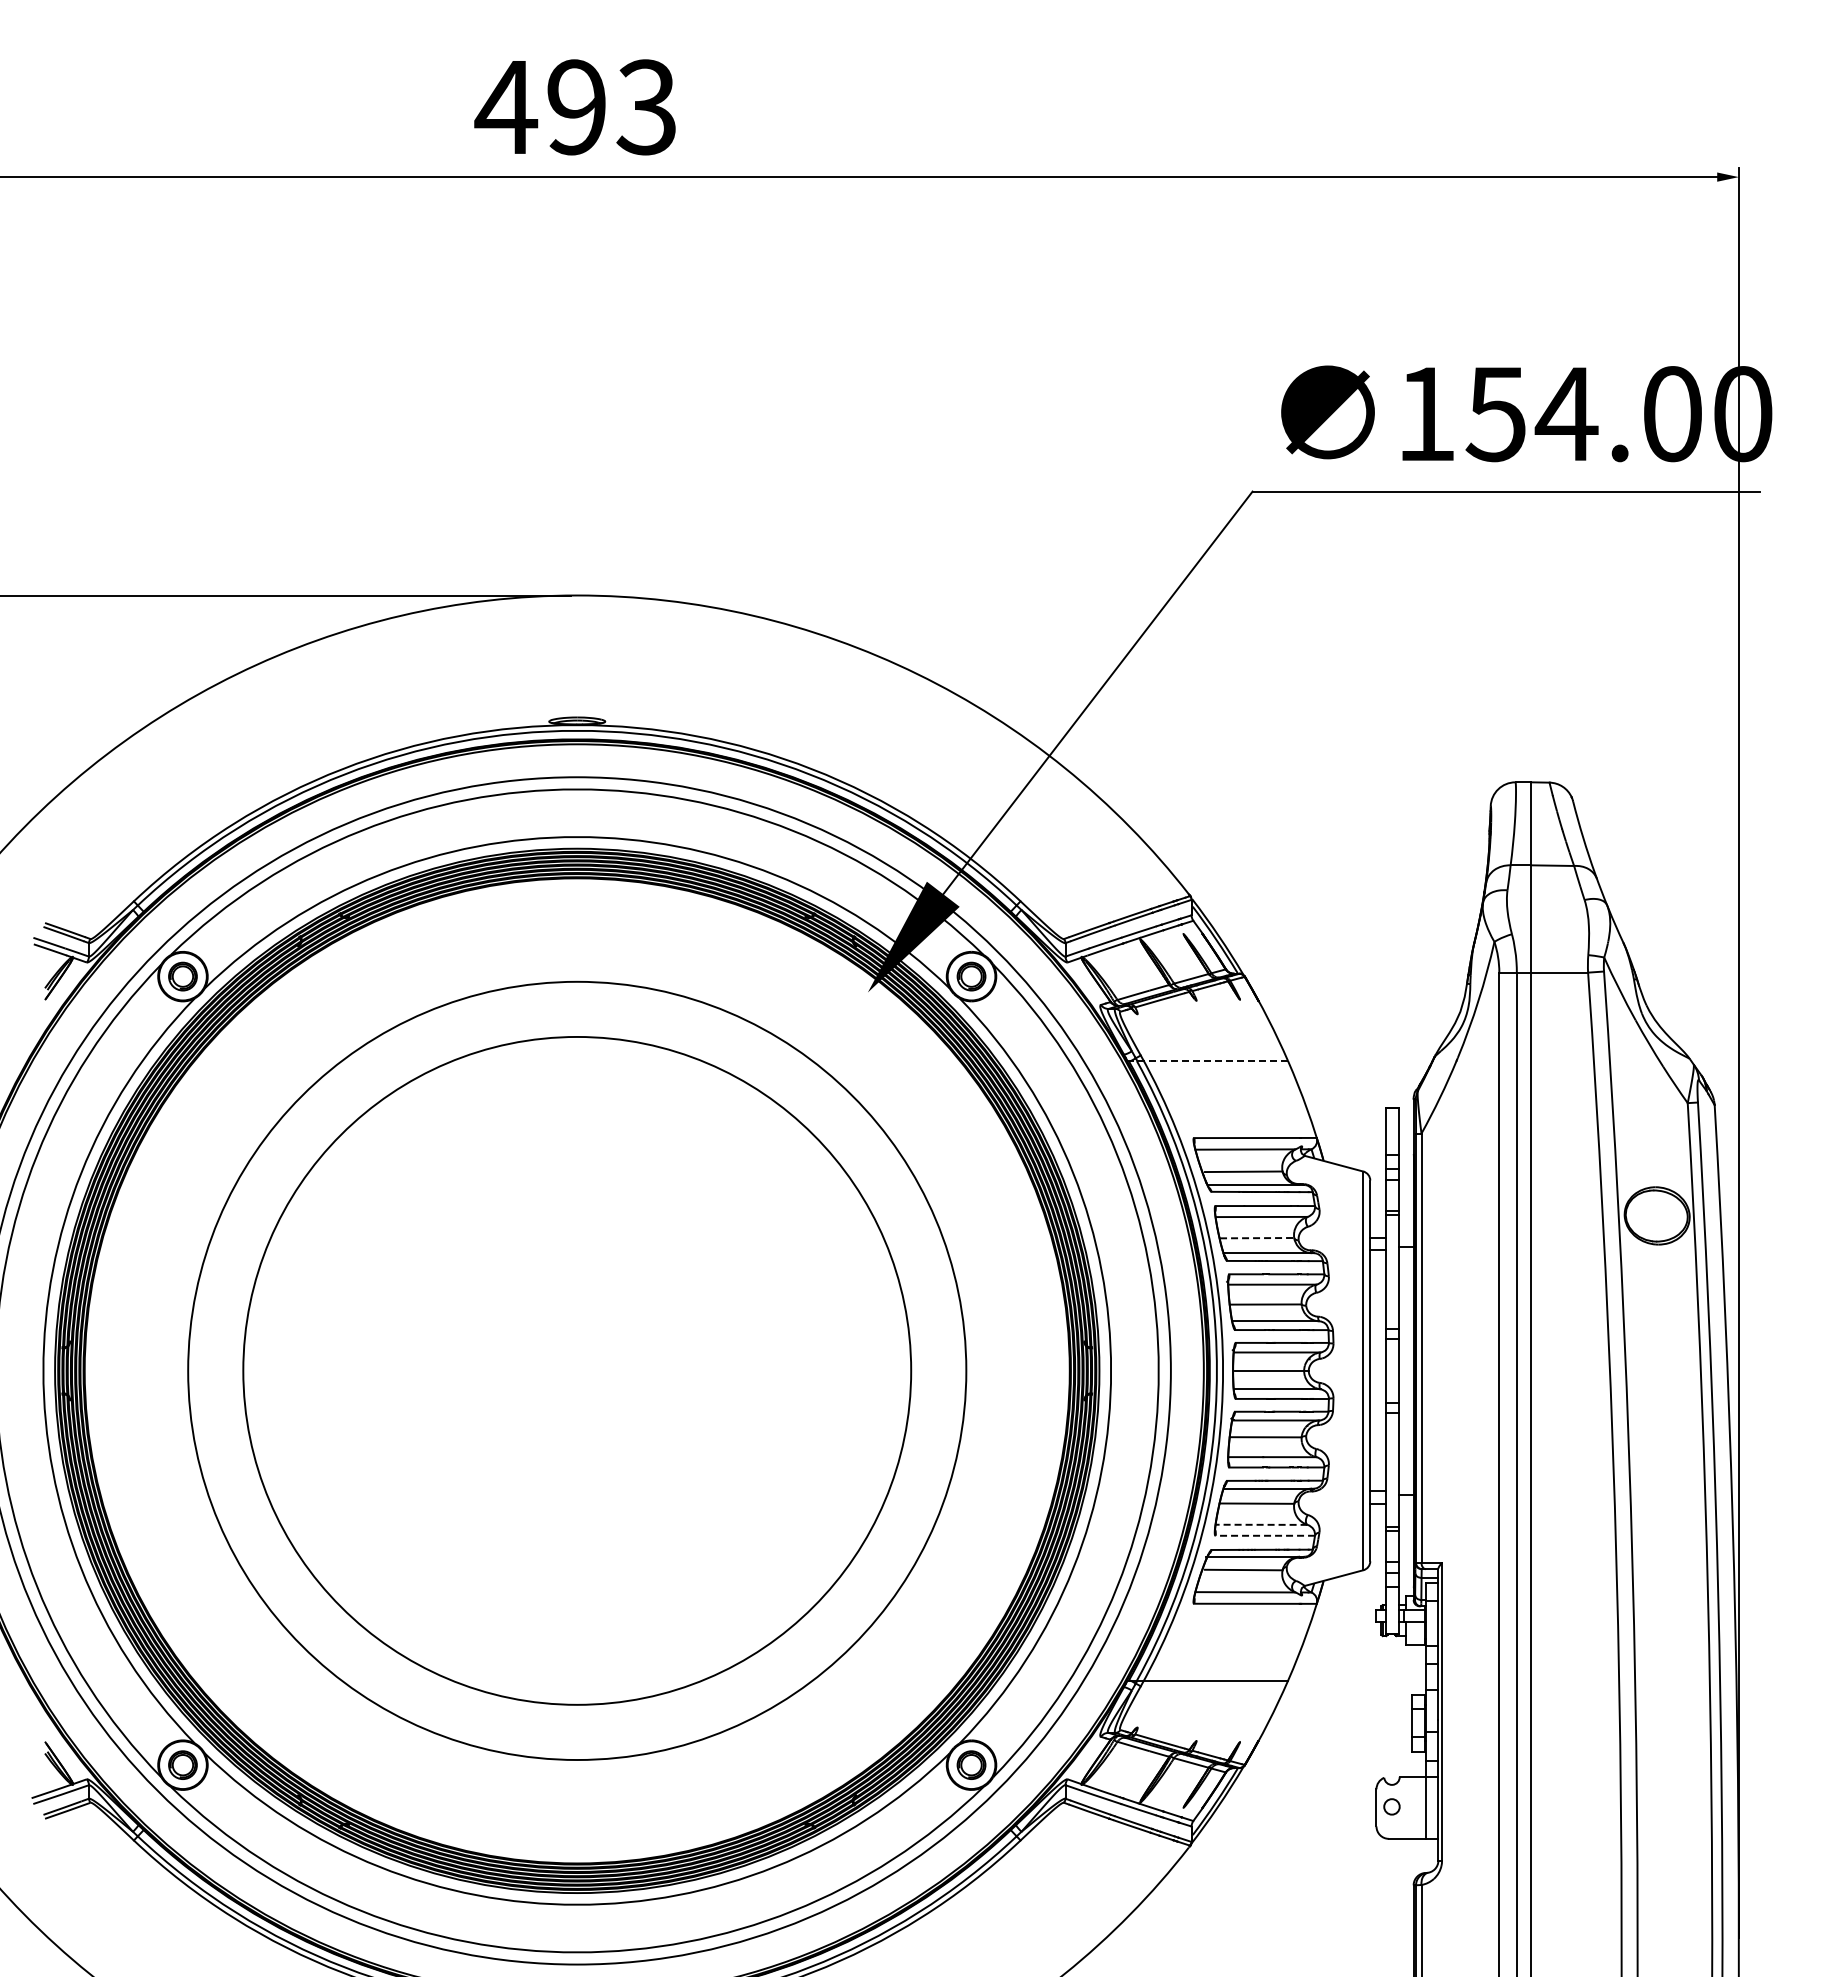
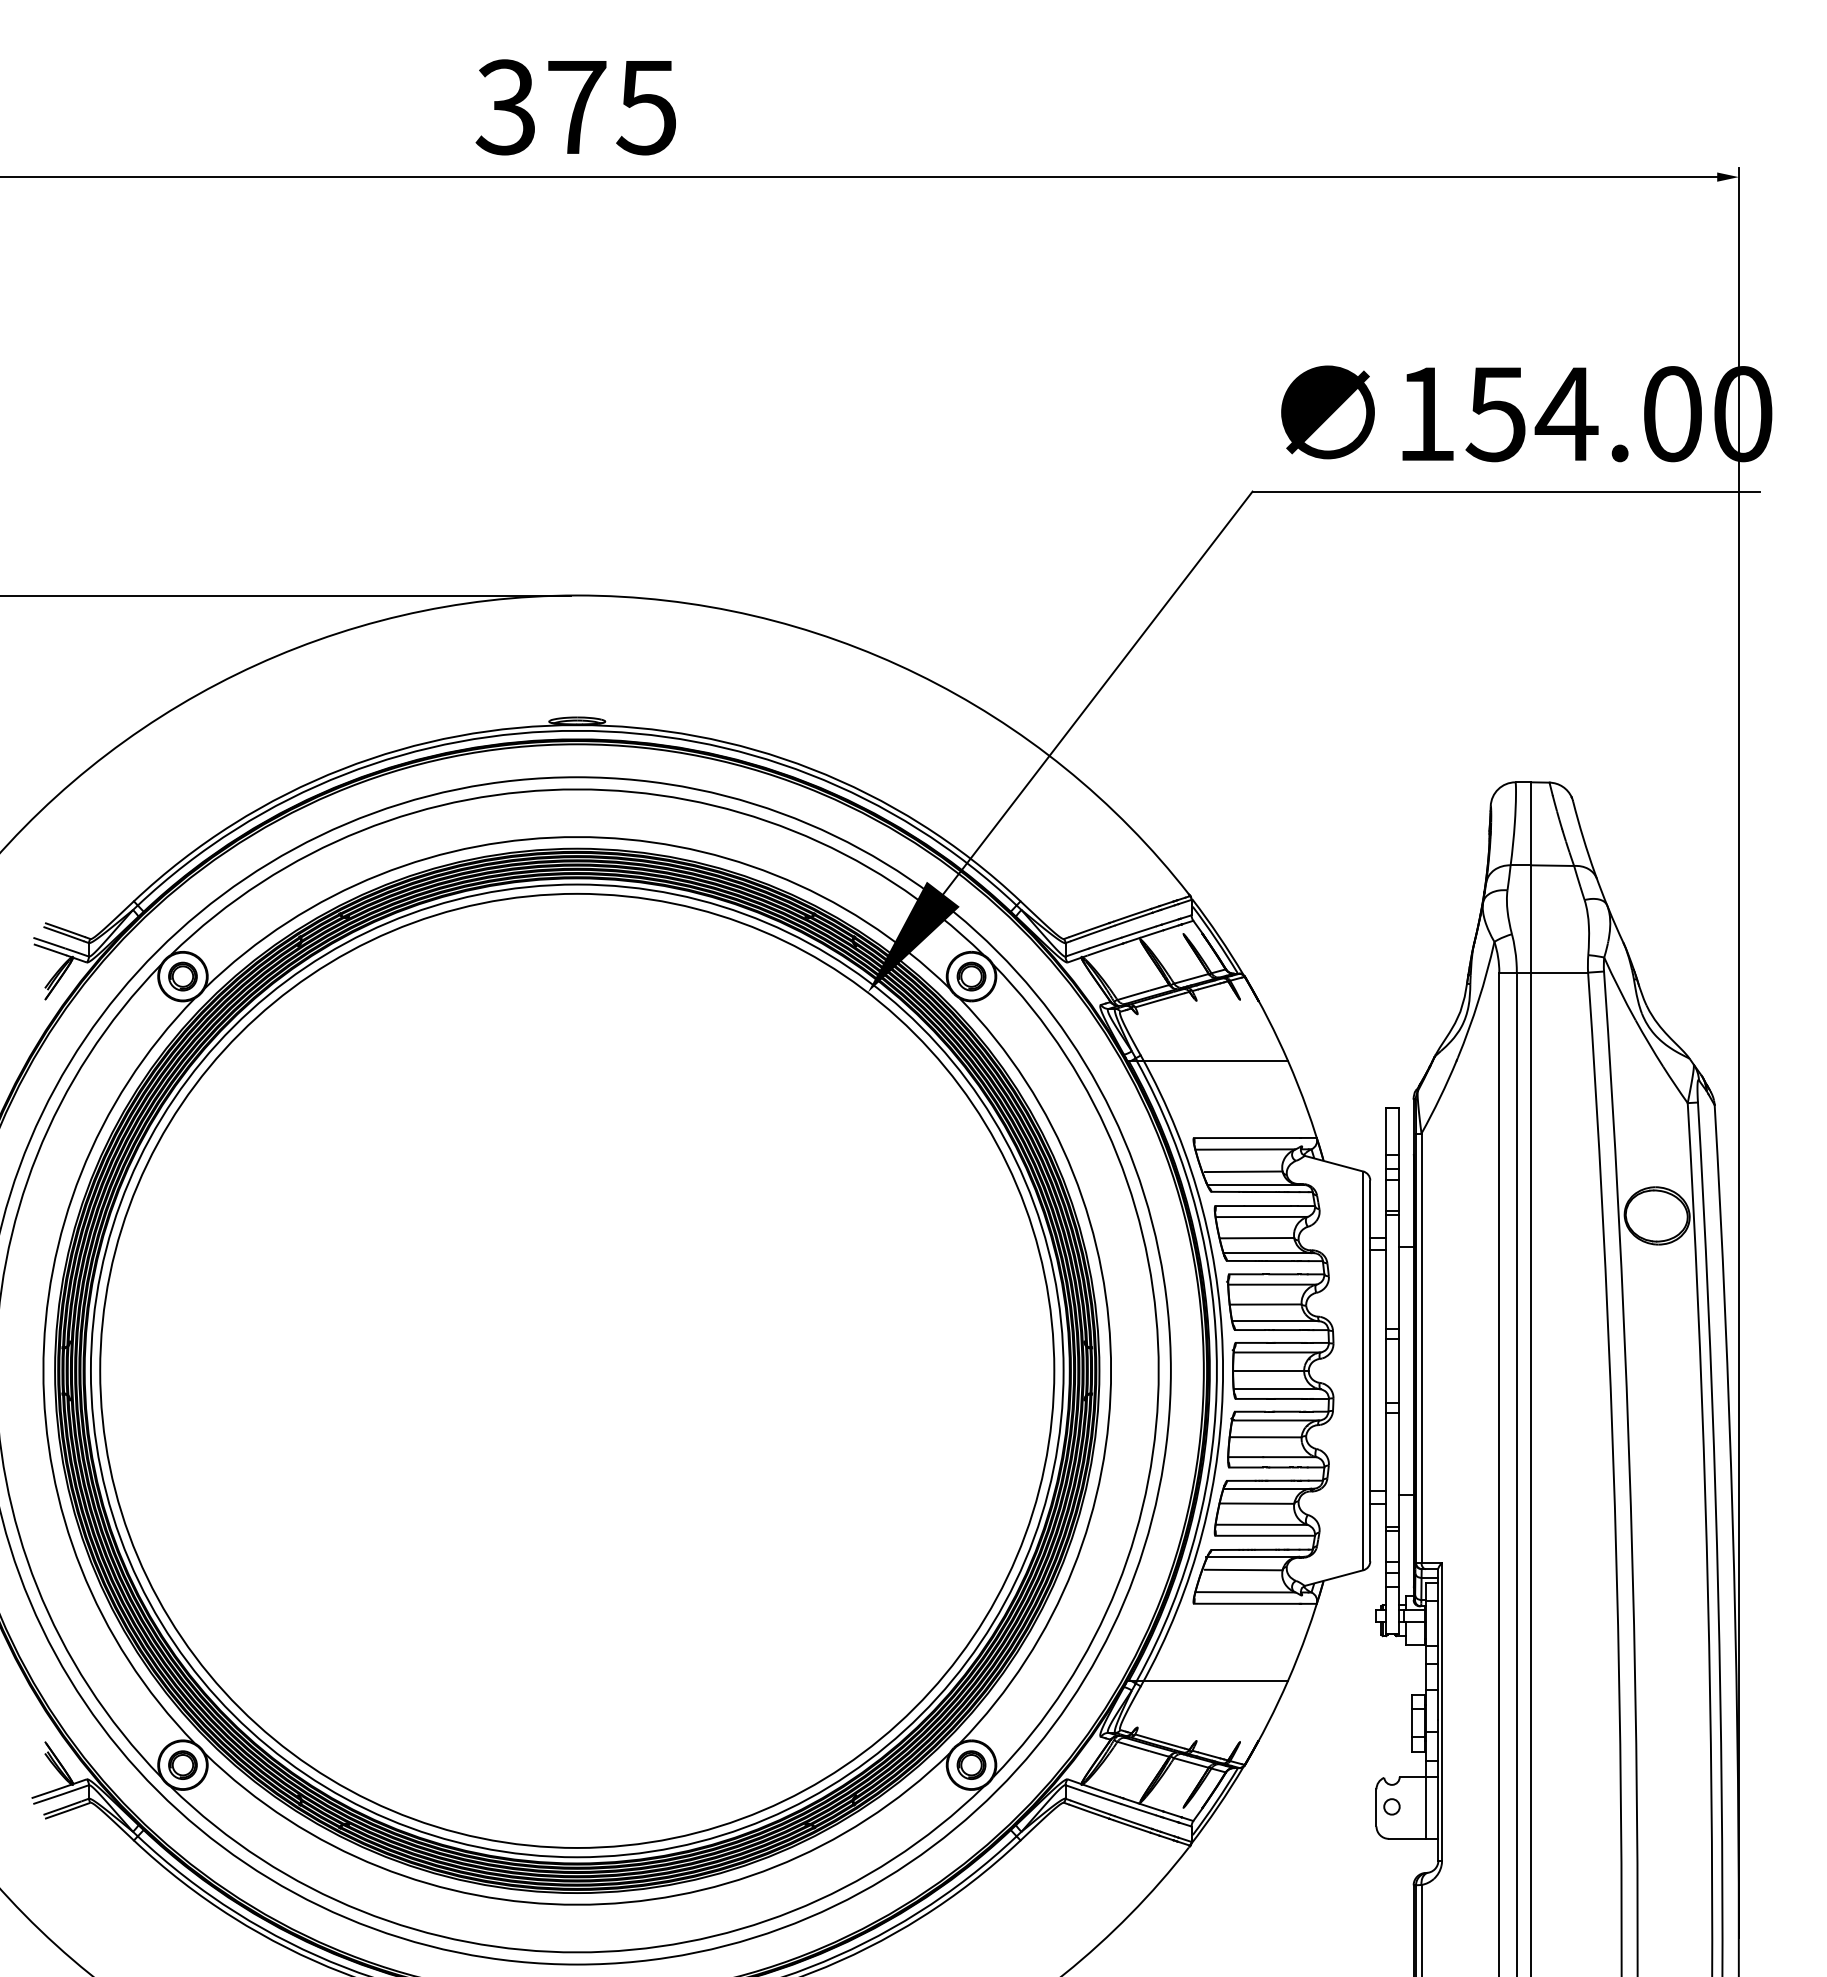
text at (574, 107): 493 -> 375
line at (1207, 1061): dashed -> solid
line at (1257, 1238): dashed -> solid
circle at (577, 1370) diameter: 668 px -> 954 px
circle at (577, 1370) diameter: 778 px -> 973 px
line at (1261, 1524): dashed -> solid
line at (1265, 1535): dashed -> solid
